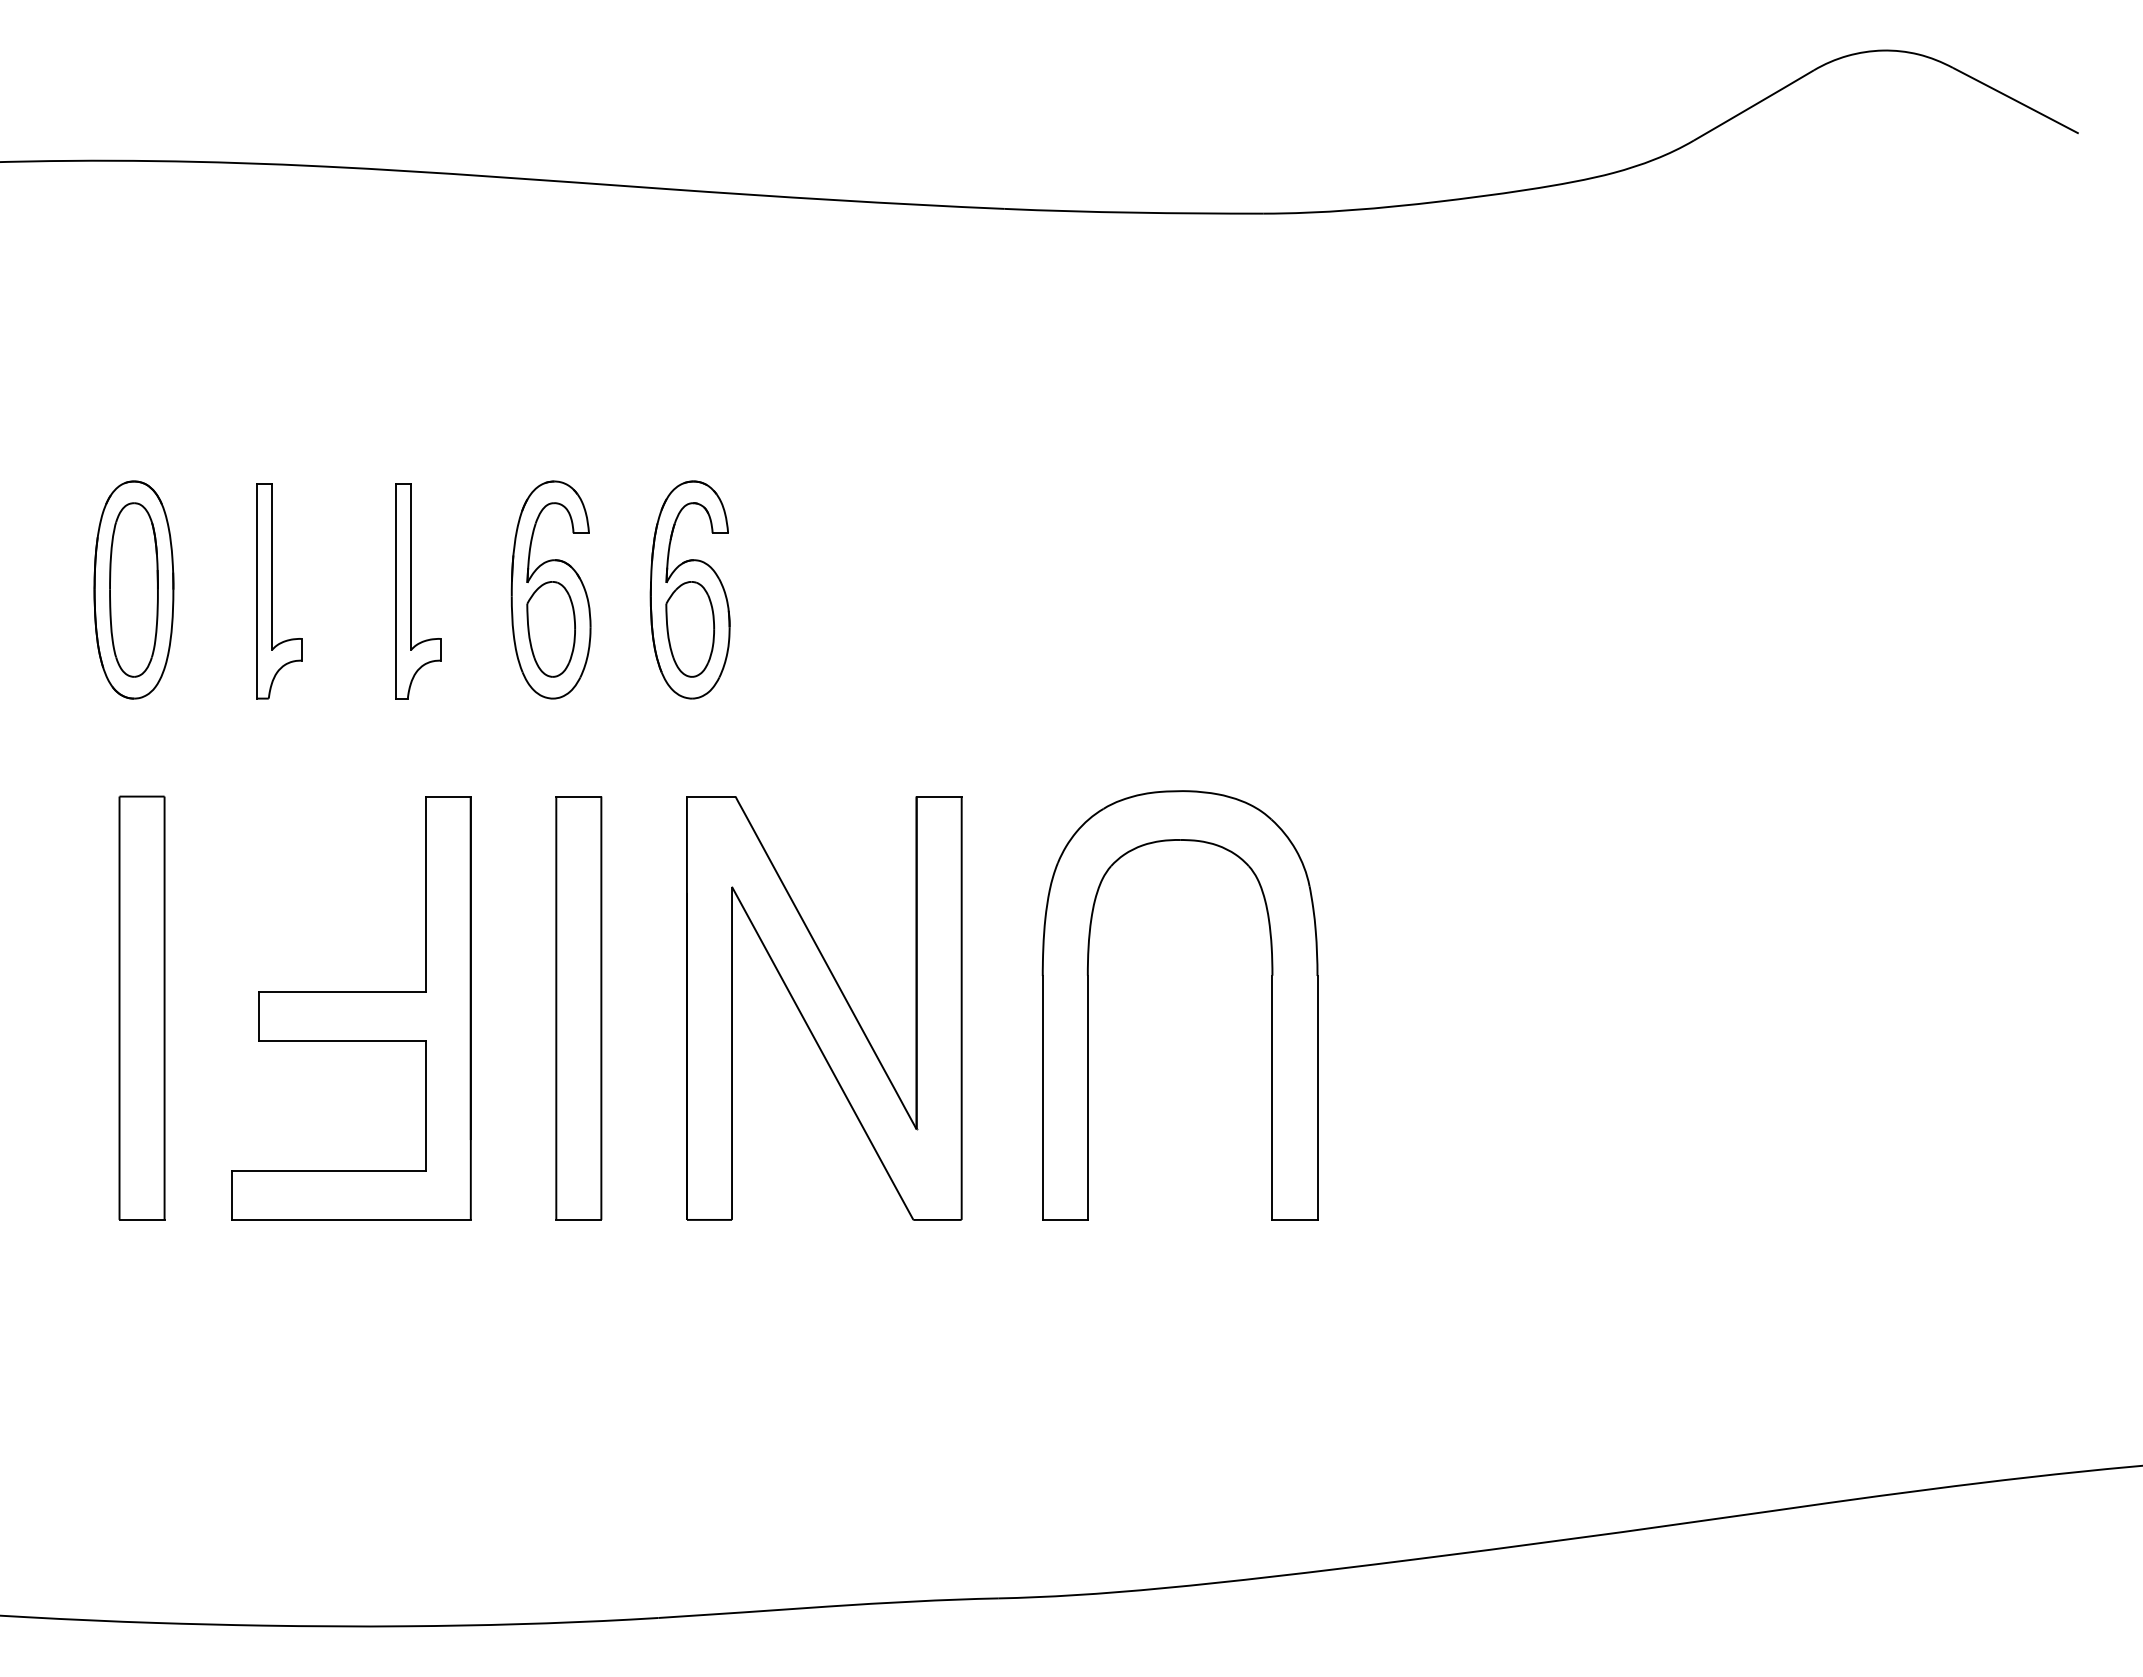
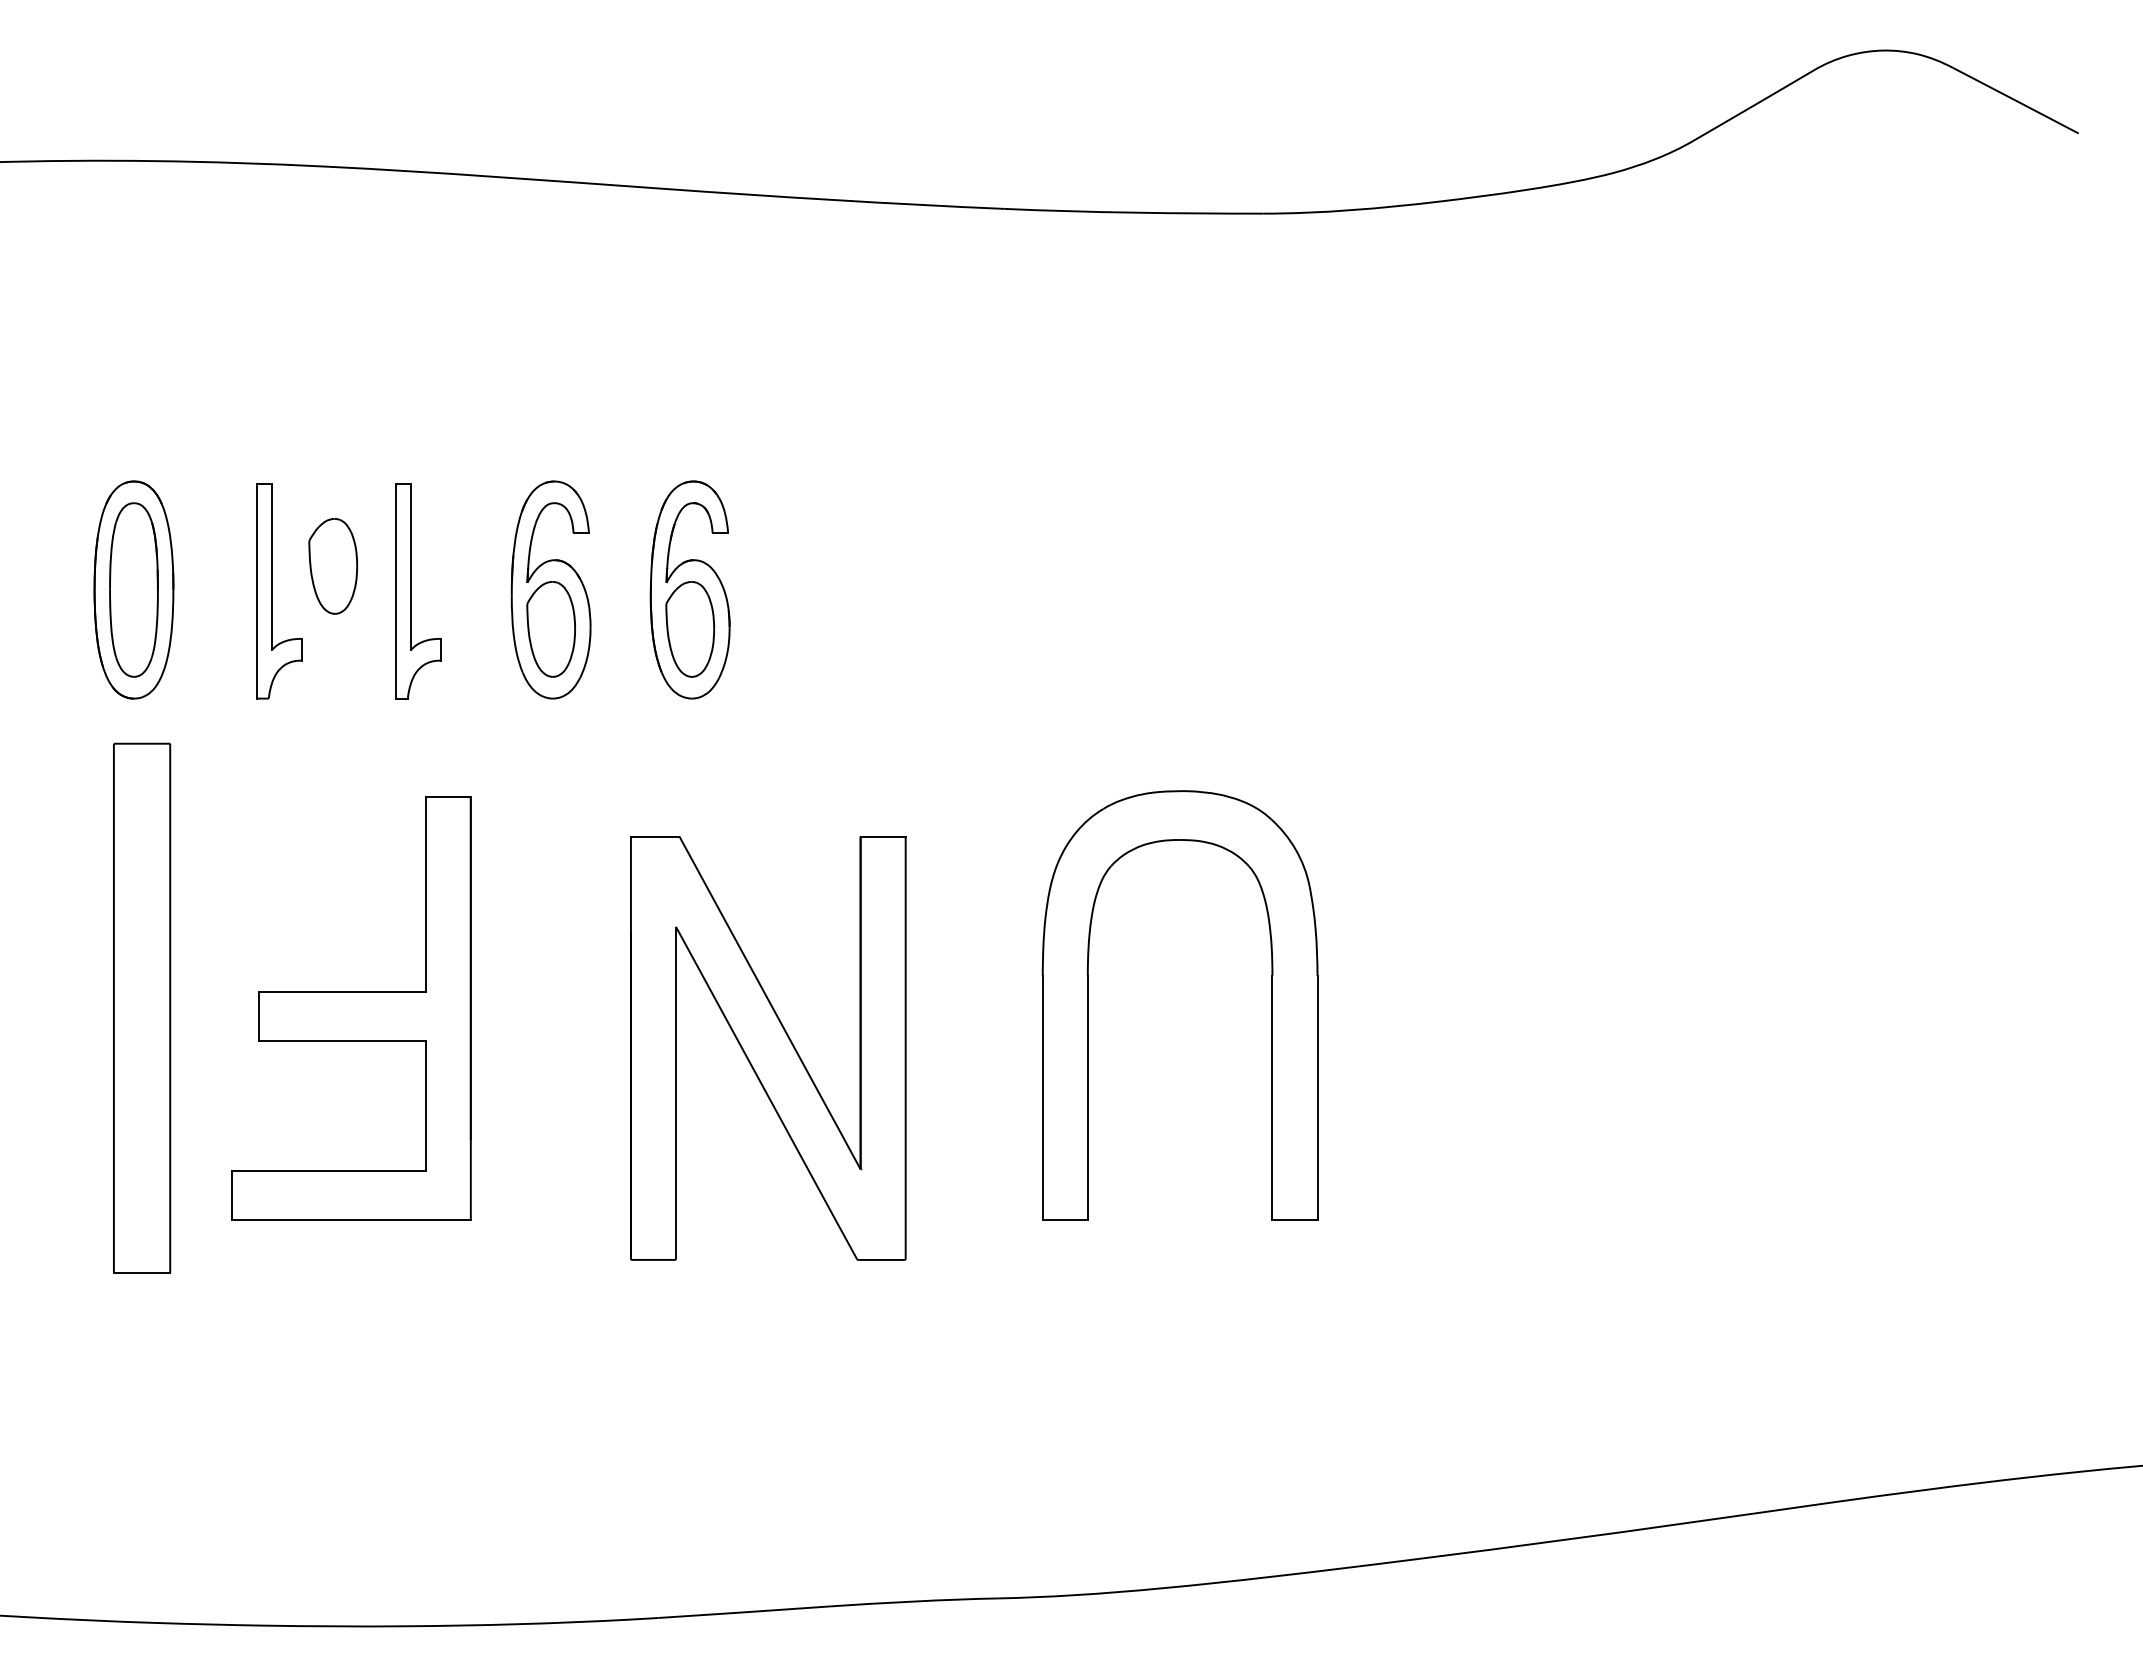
part at (333, 566): none -> present
part at (141, 1007) size: 48x426 px -> 59x532 px
part at (578, 1008): present -> none
part at (824, 1008) position: (824, 1008) -> (768, 1048)
